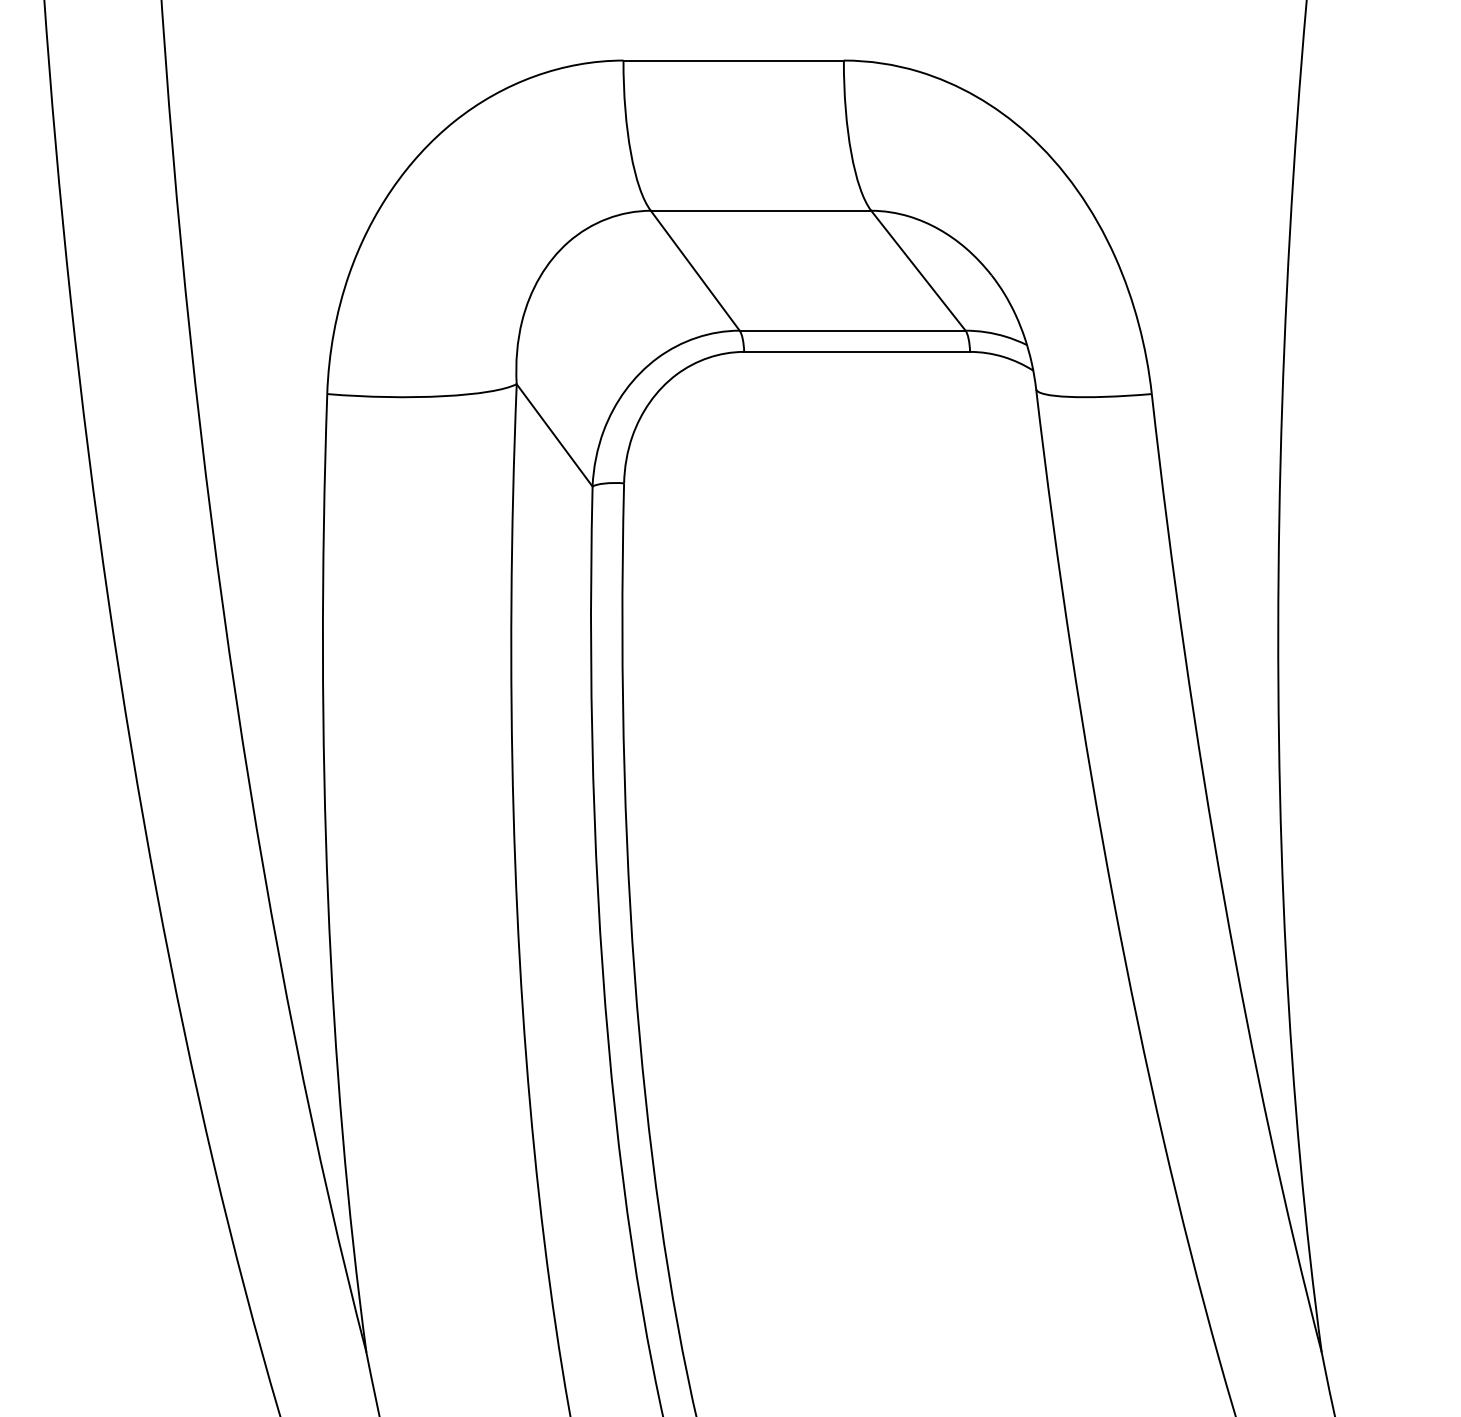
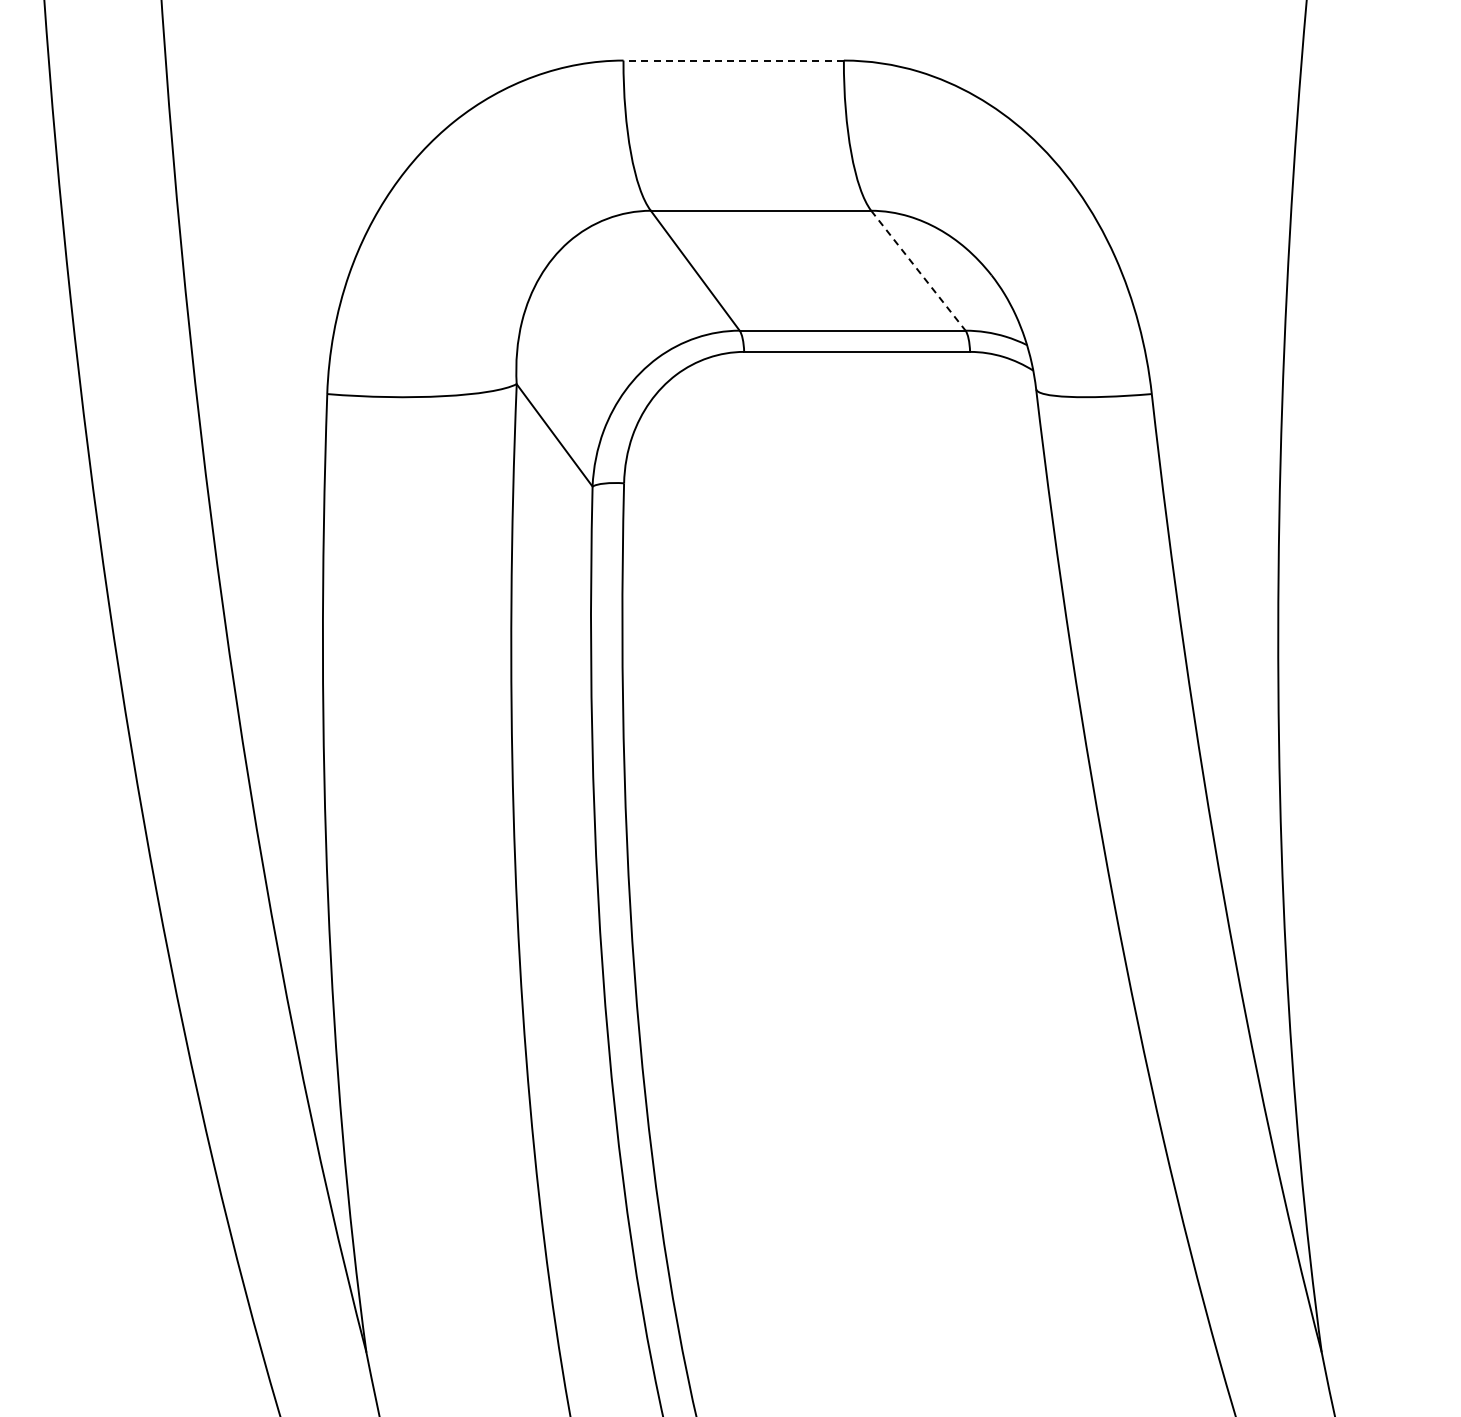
line at (733, 60): solid -> dashed
line at (918, 271): solid -> dashed
